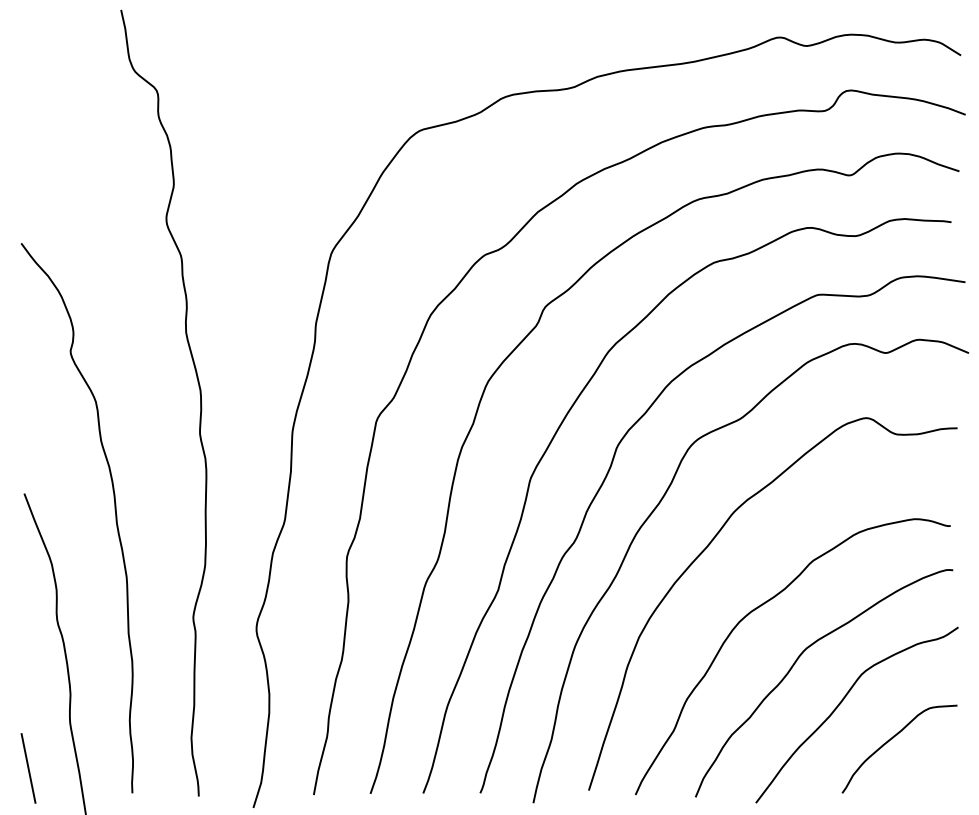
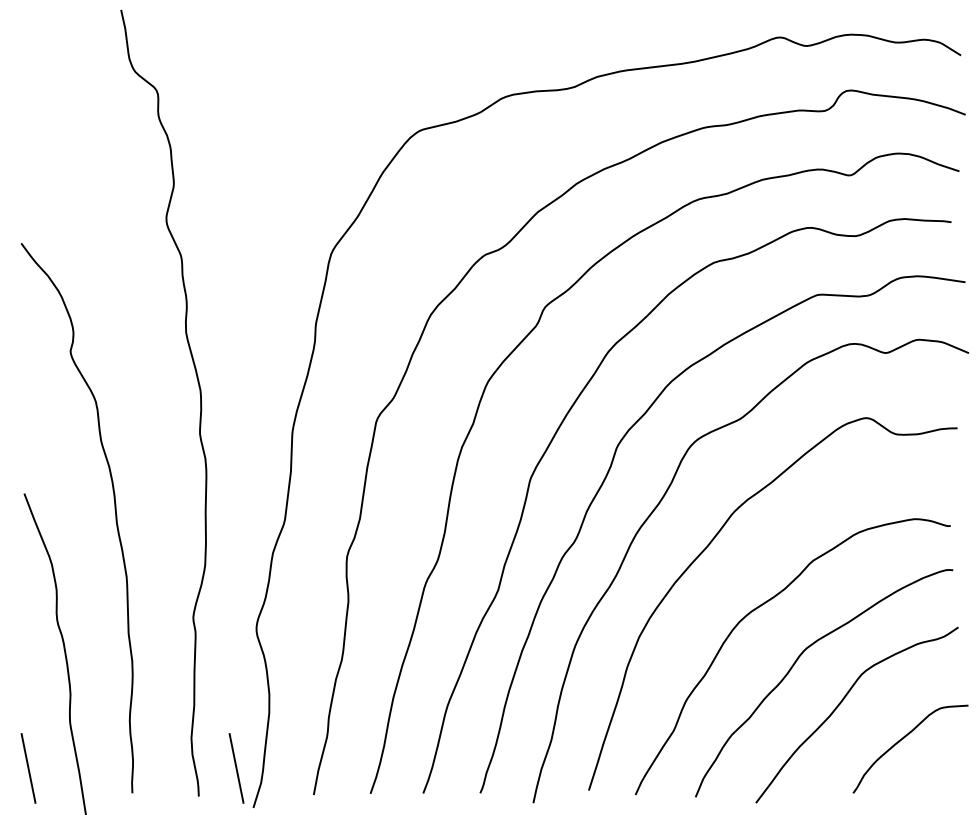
curve at (892, 739) position: (892, 739) -> (903, 739)
line at (236, 768): none -> present
